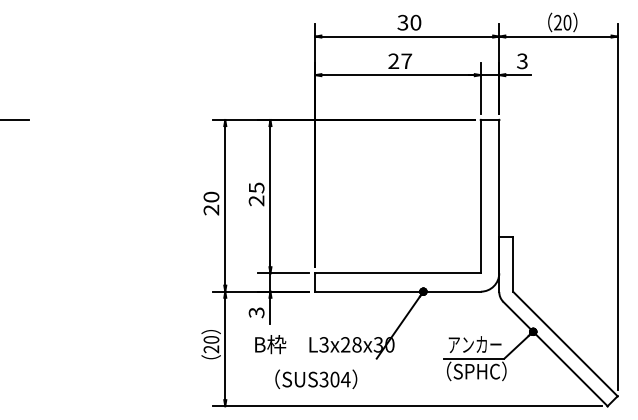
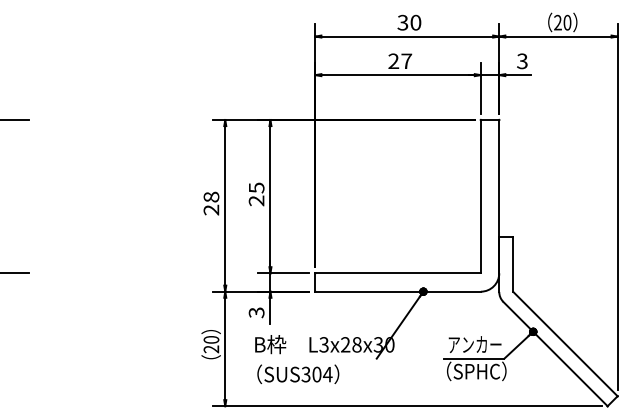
text at (211, 196): 20 -> 28
line at (15, 273): none -> present
text at (316, 378) position: (316, 378) -> (298, 373)
